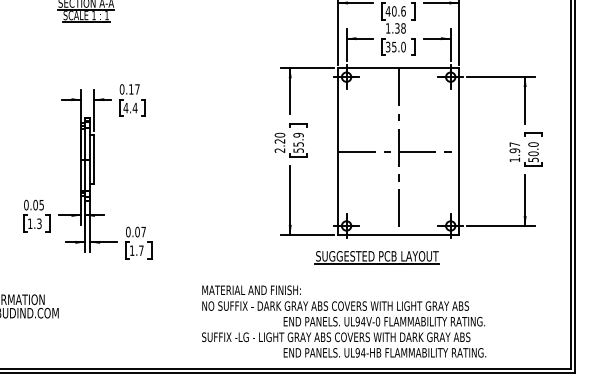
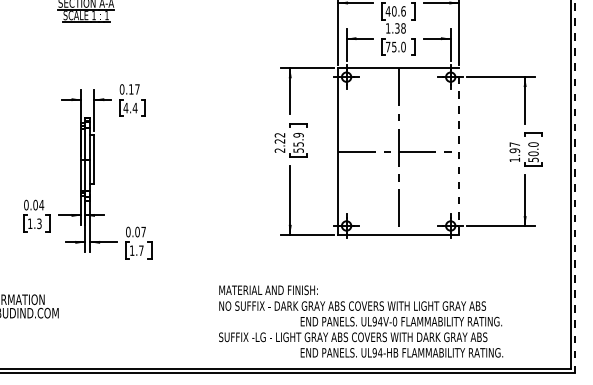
text at (387, 46): 35.0 -> 75.0
text at (279, 134): 2.20 -> 2.22
line at (459, 151): solid -> dashed
line at (575, 186): solid -> dashed
text at (41, 205): 0.05 -> 0.04
part at (376, 257): present -> none
text at (344, 321) position: (344, 321) -> (361, 321)
